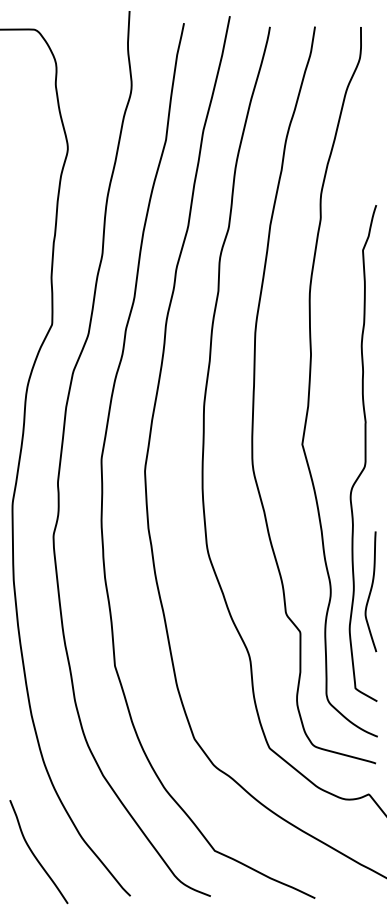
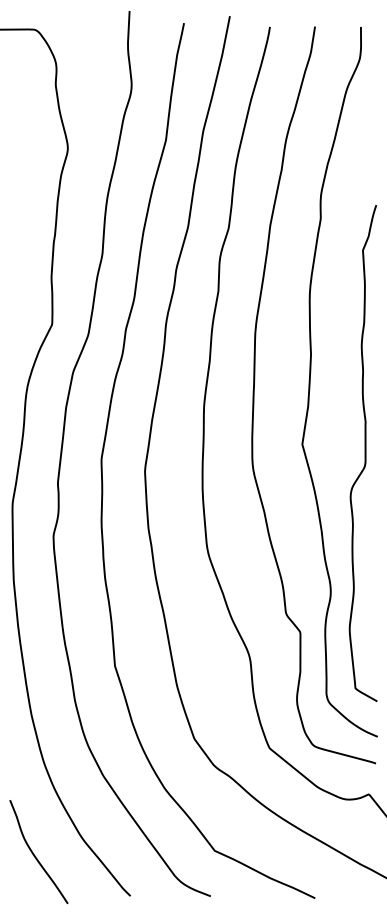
curve at (370, 591): present -> none
